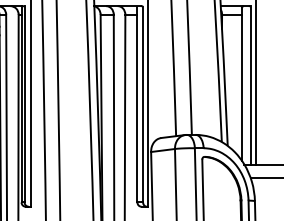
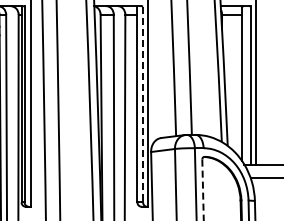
line at (143, 104): solid -> dashed
line at (203, 190): solid -> dashed
